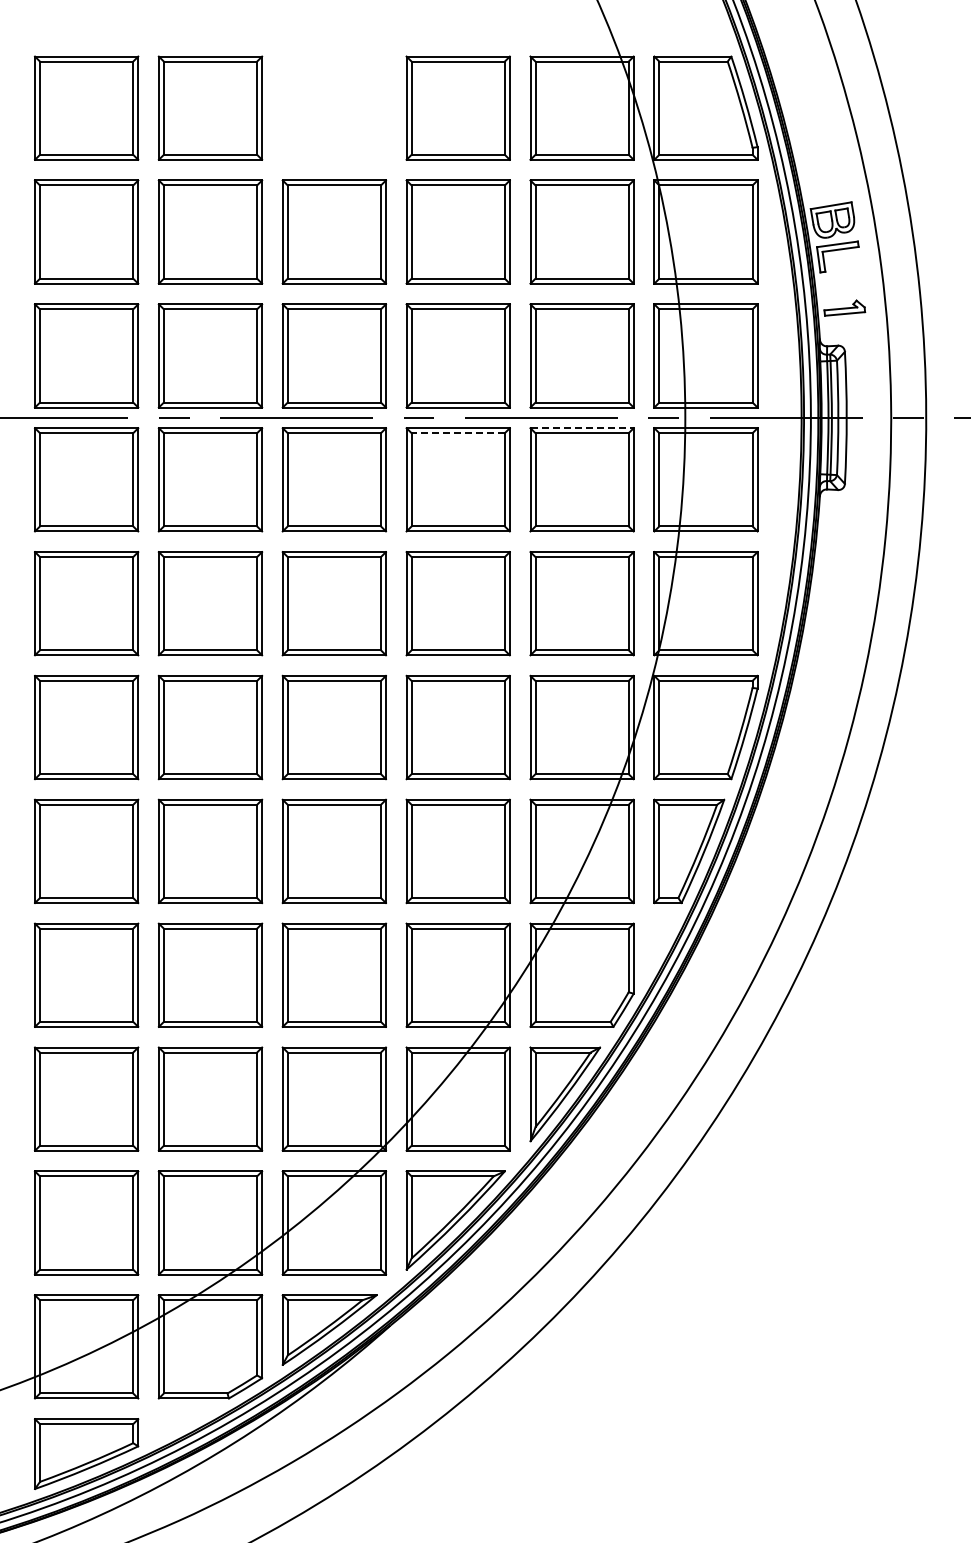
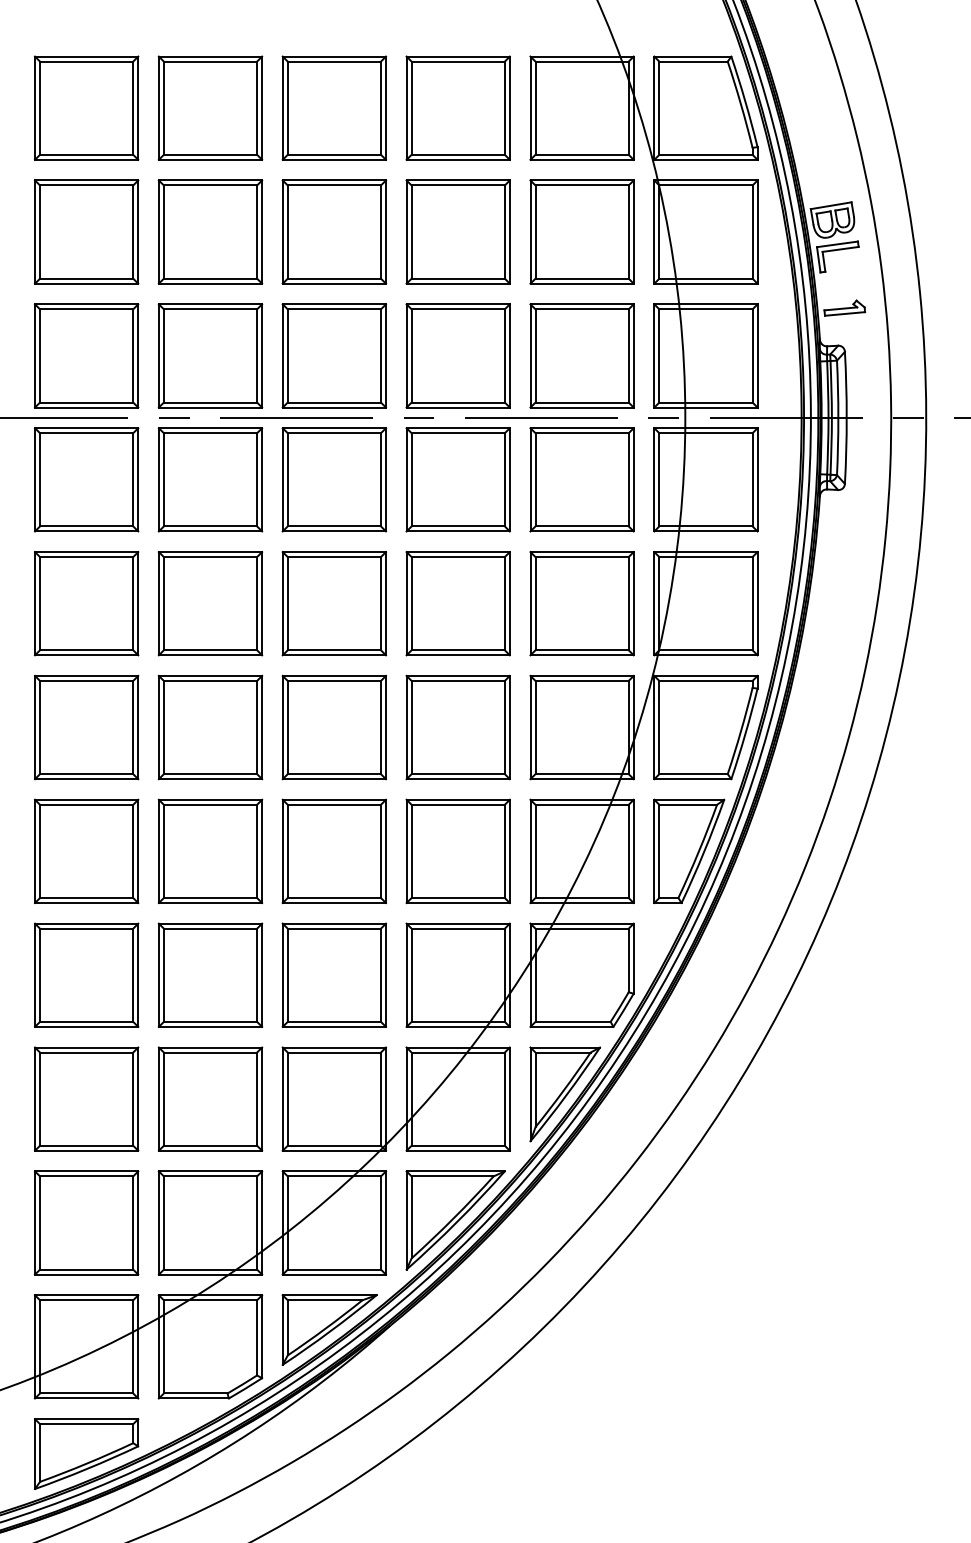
part at (334, 107): none -> present
line at (582, 428): dashed -> solid
line at (458, 433): dashed -> solid
